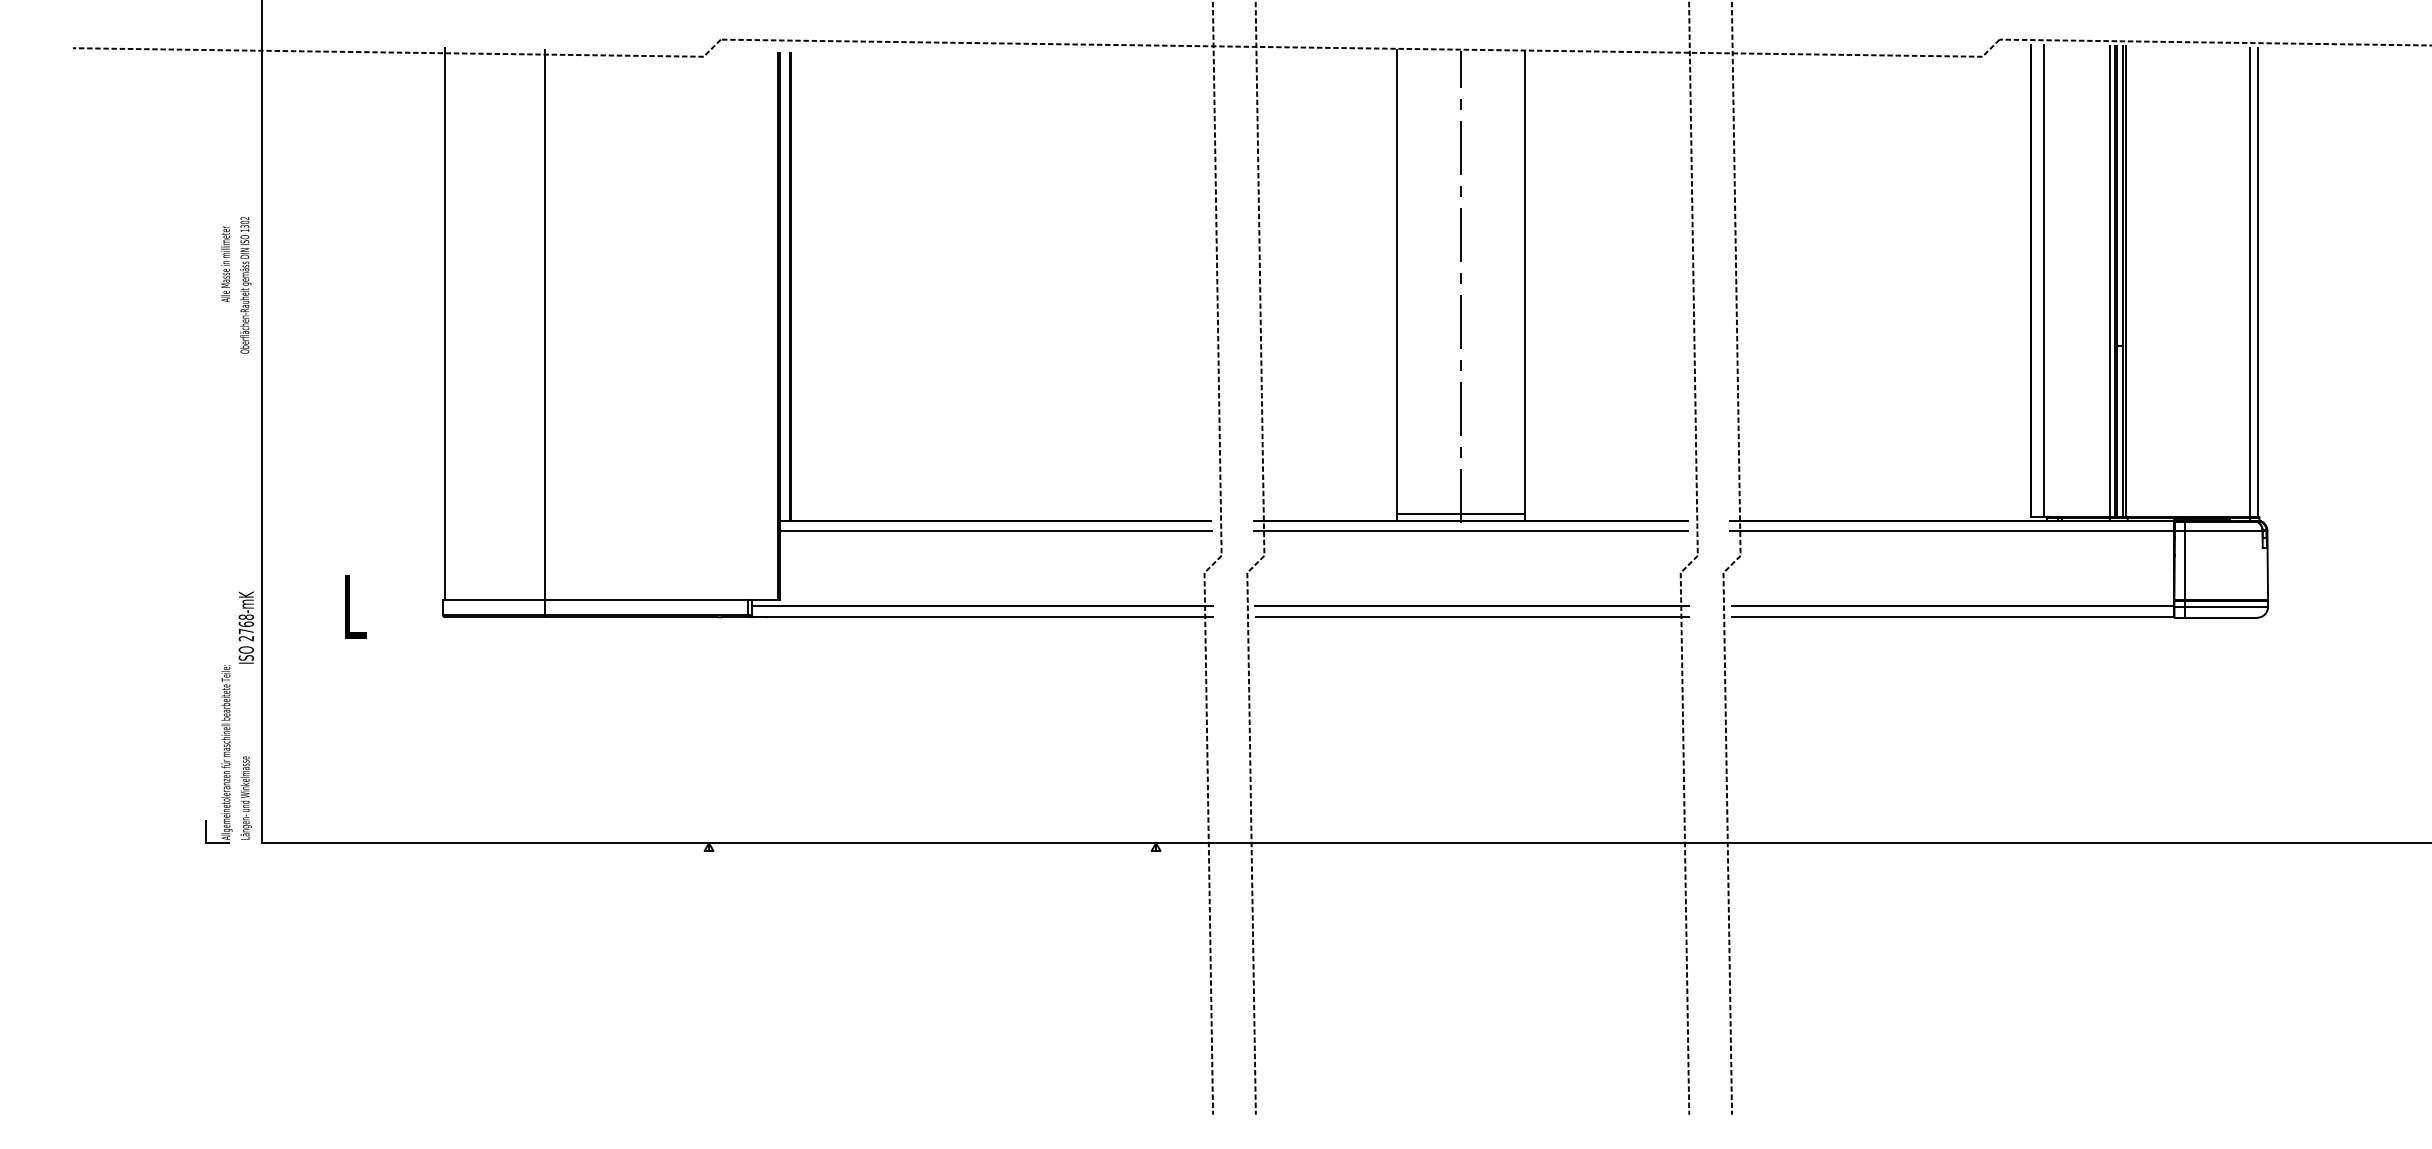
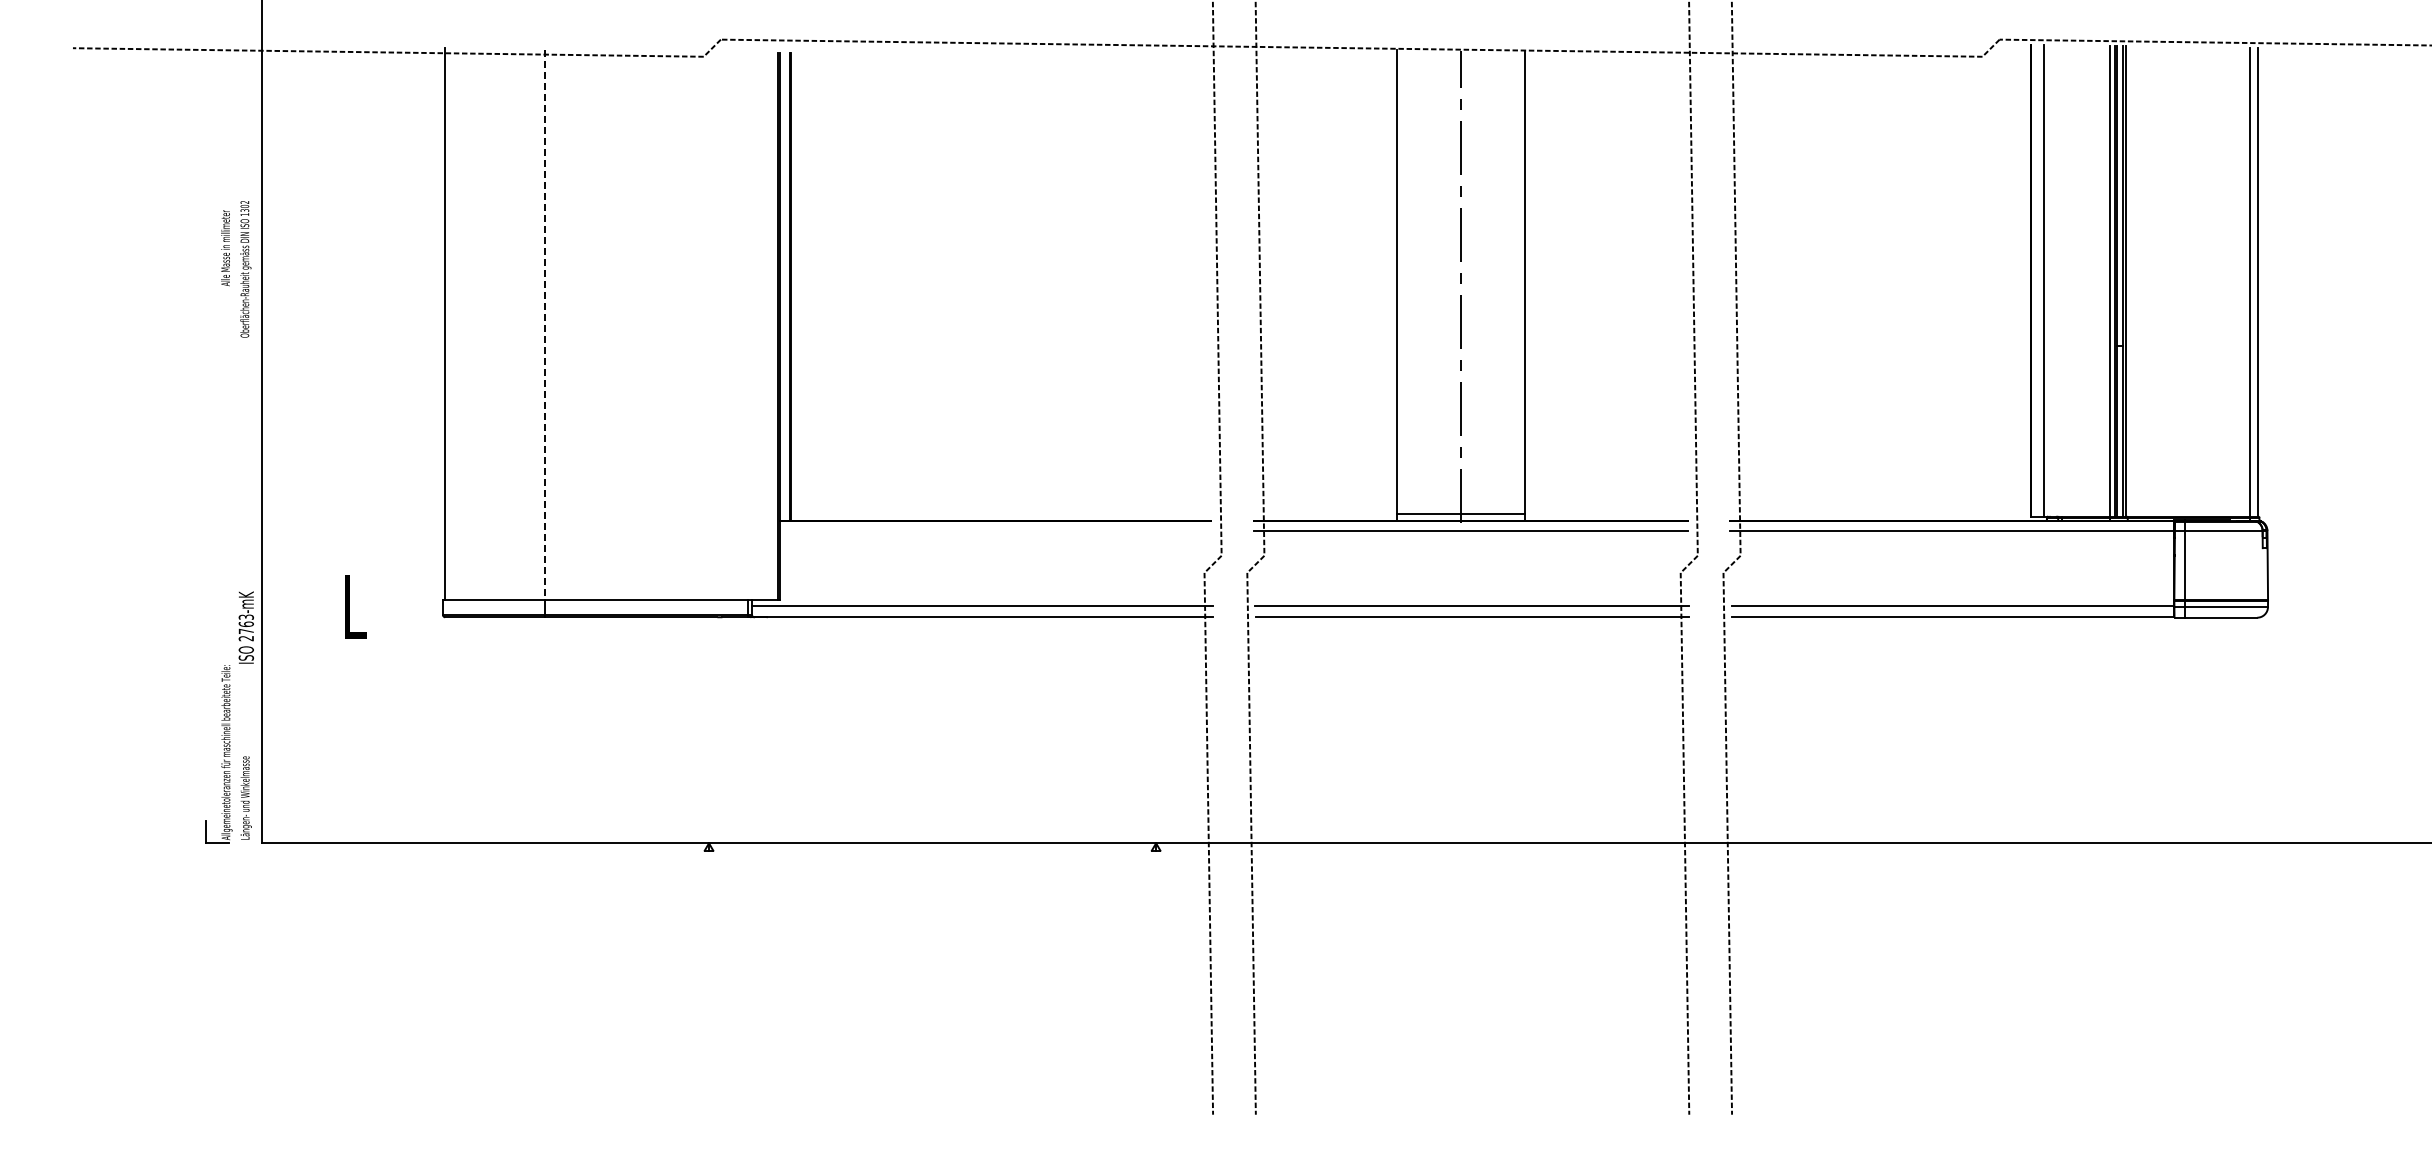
text at (236, 285) position: (236, 285) -> (236, 269)
line at (544, 325): solid -> dashed
line at (995, 531): present -> none
text at (245, 616): 2768-mK -> 2763-mK
